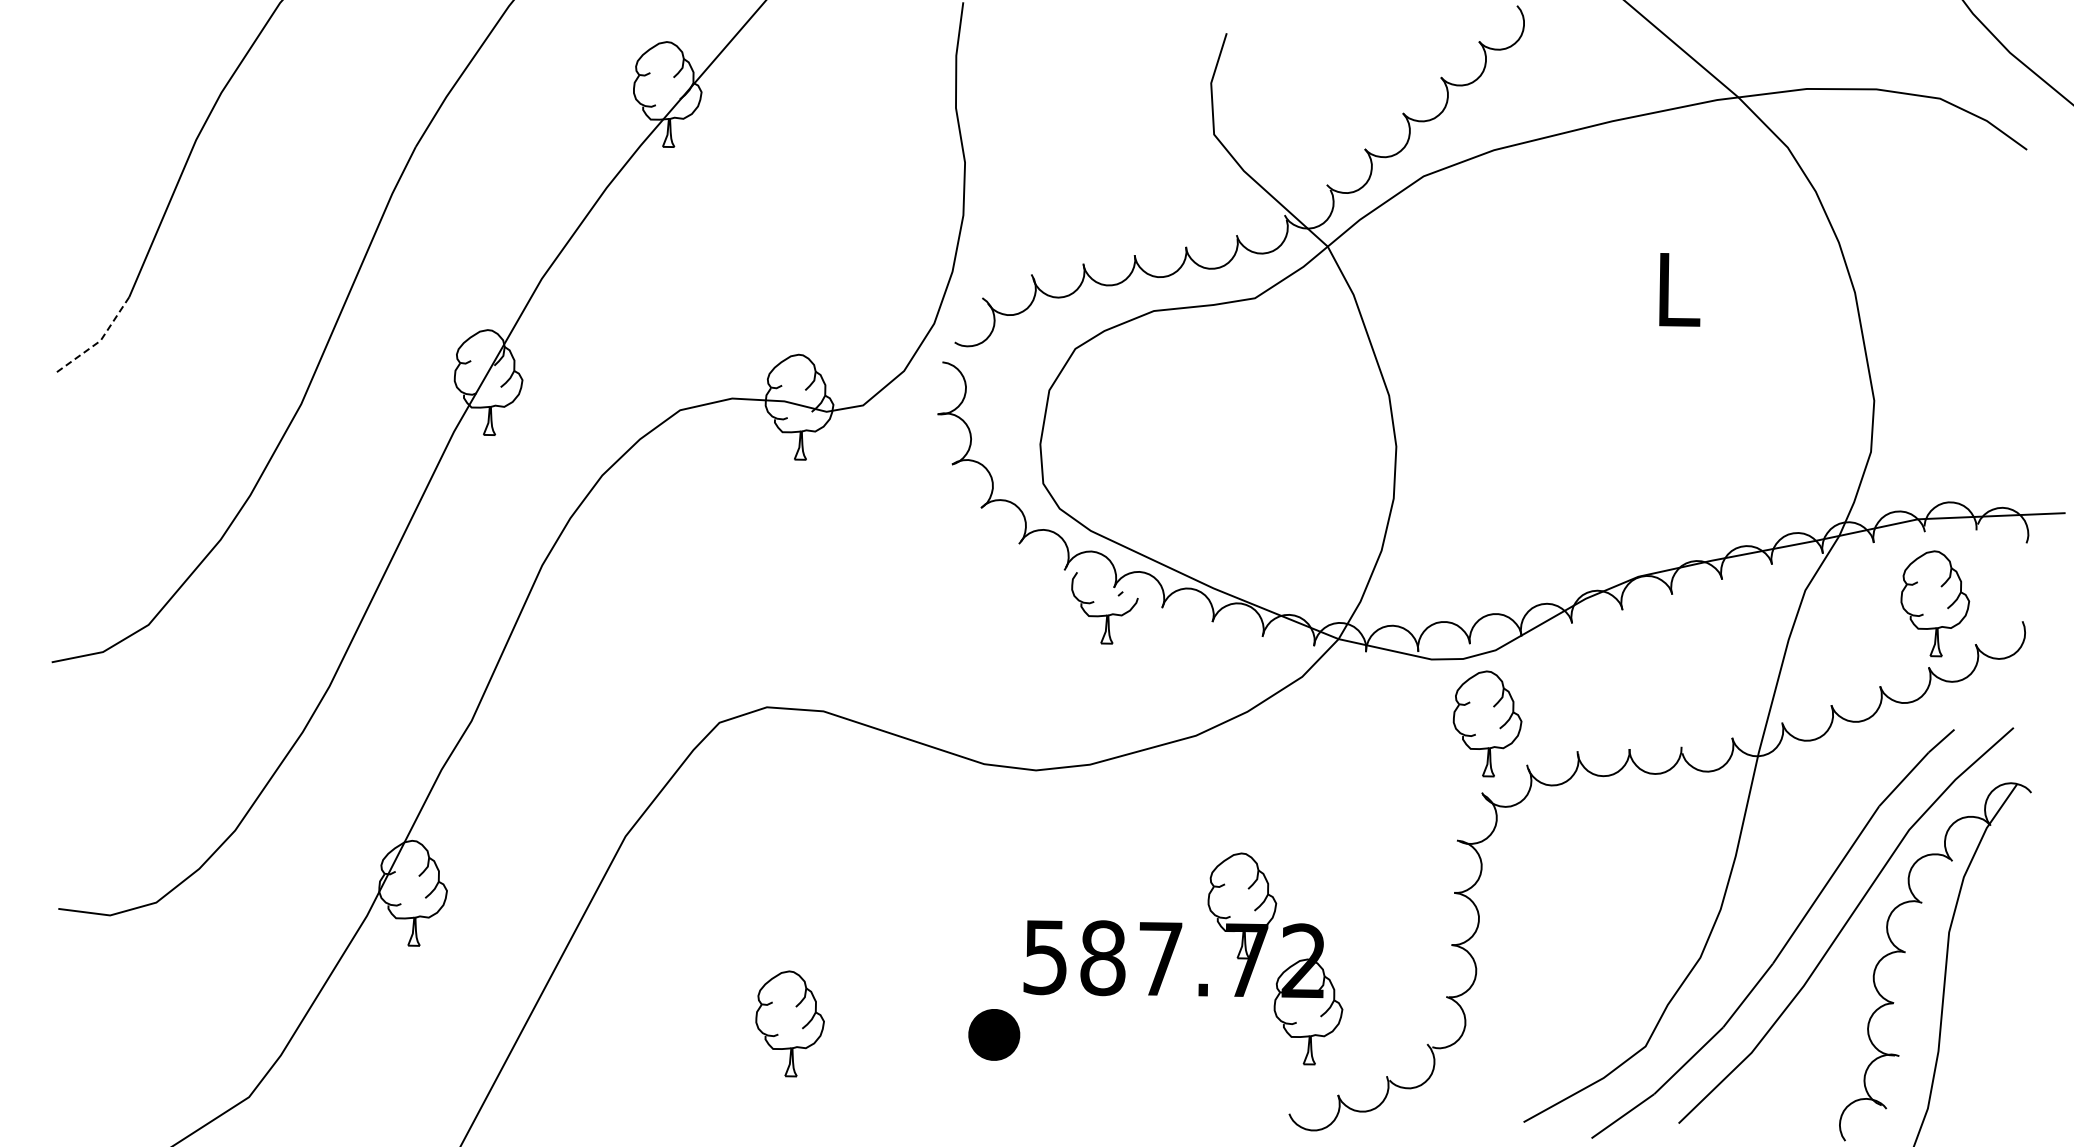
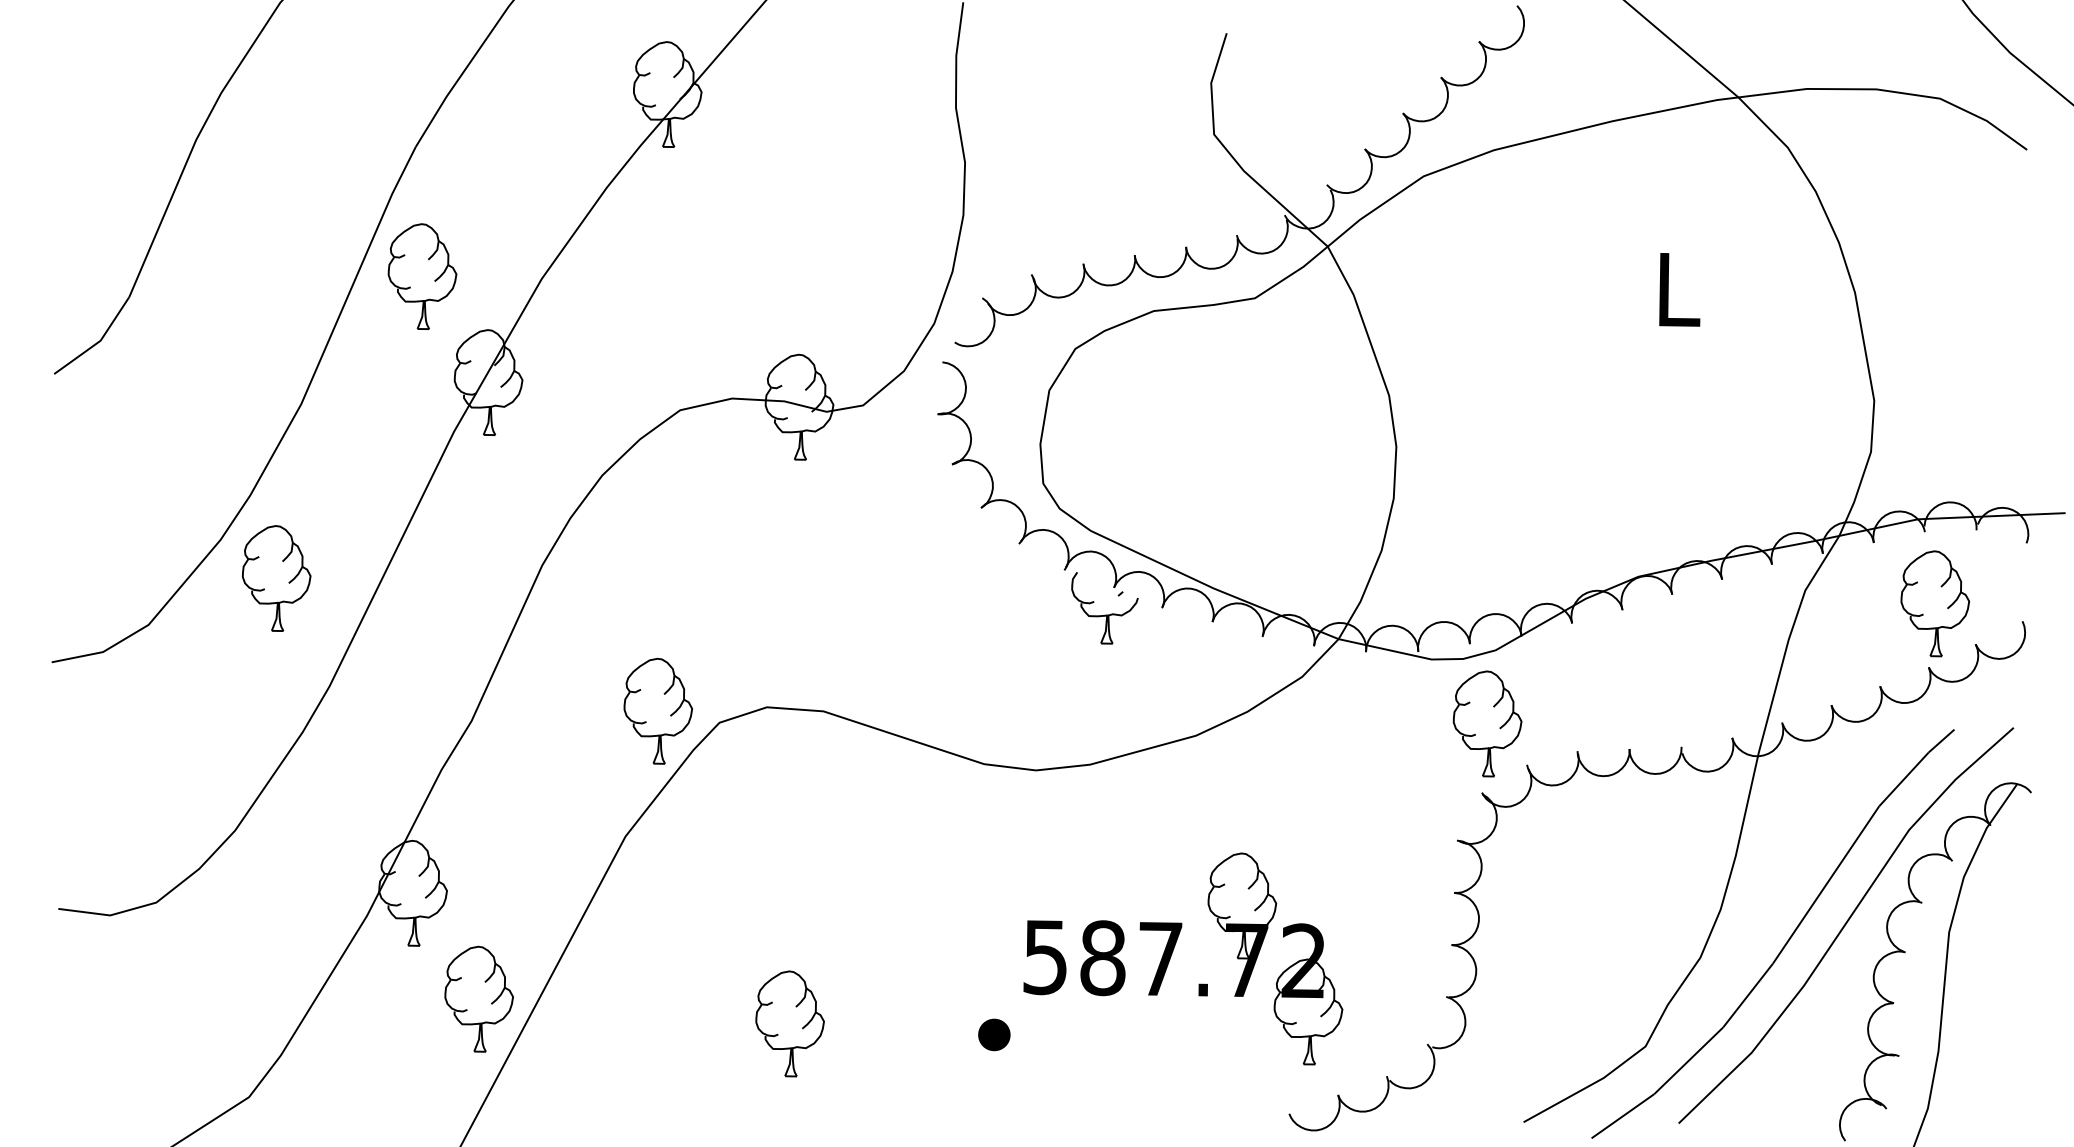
part at (422, 276): none -> present
line at (99, 341): dashed -> solid
part at (276, 578): none -> present
part at (657, 710): none -> present
part at (478, 998): none -> present
part at (994, 1034) size: 53x52 px -> 33x34 px
